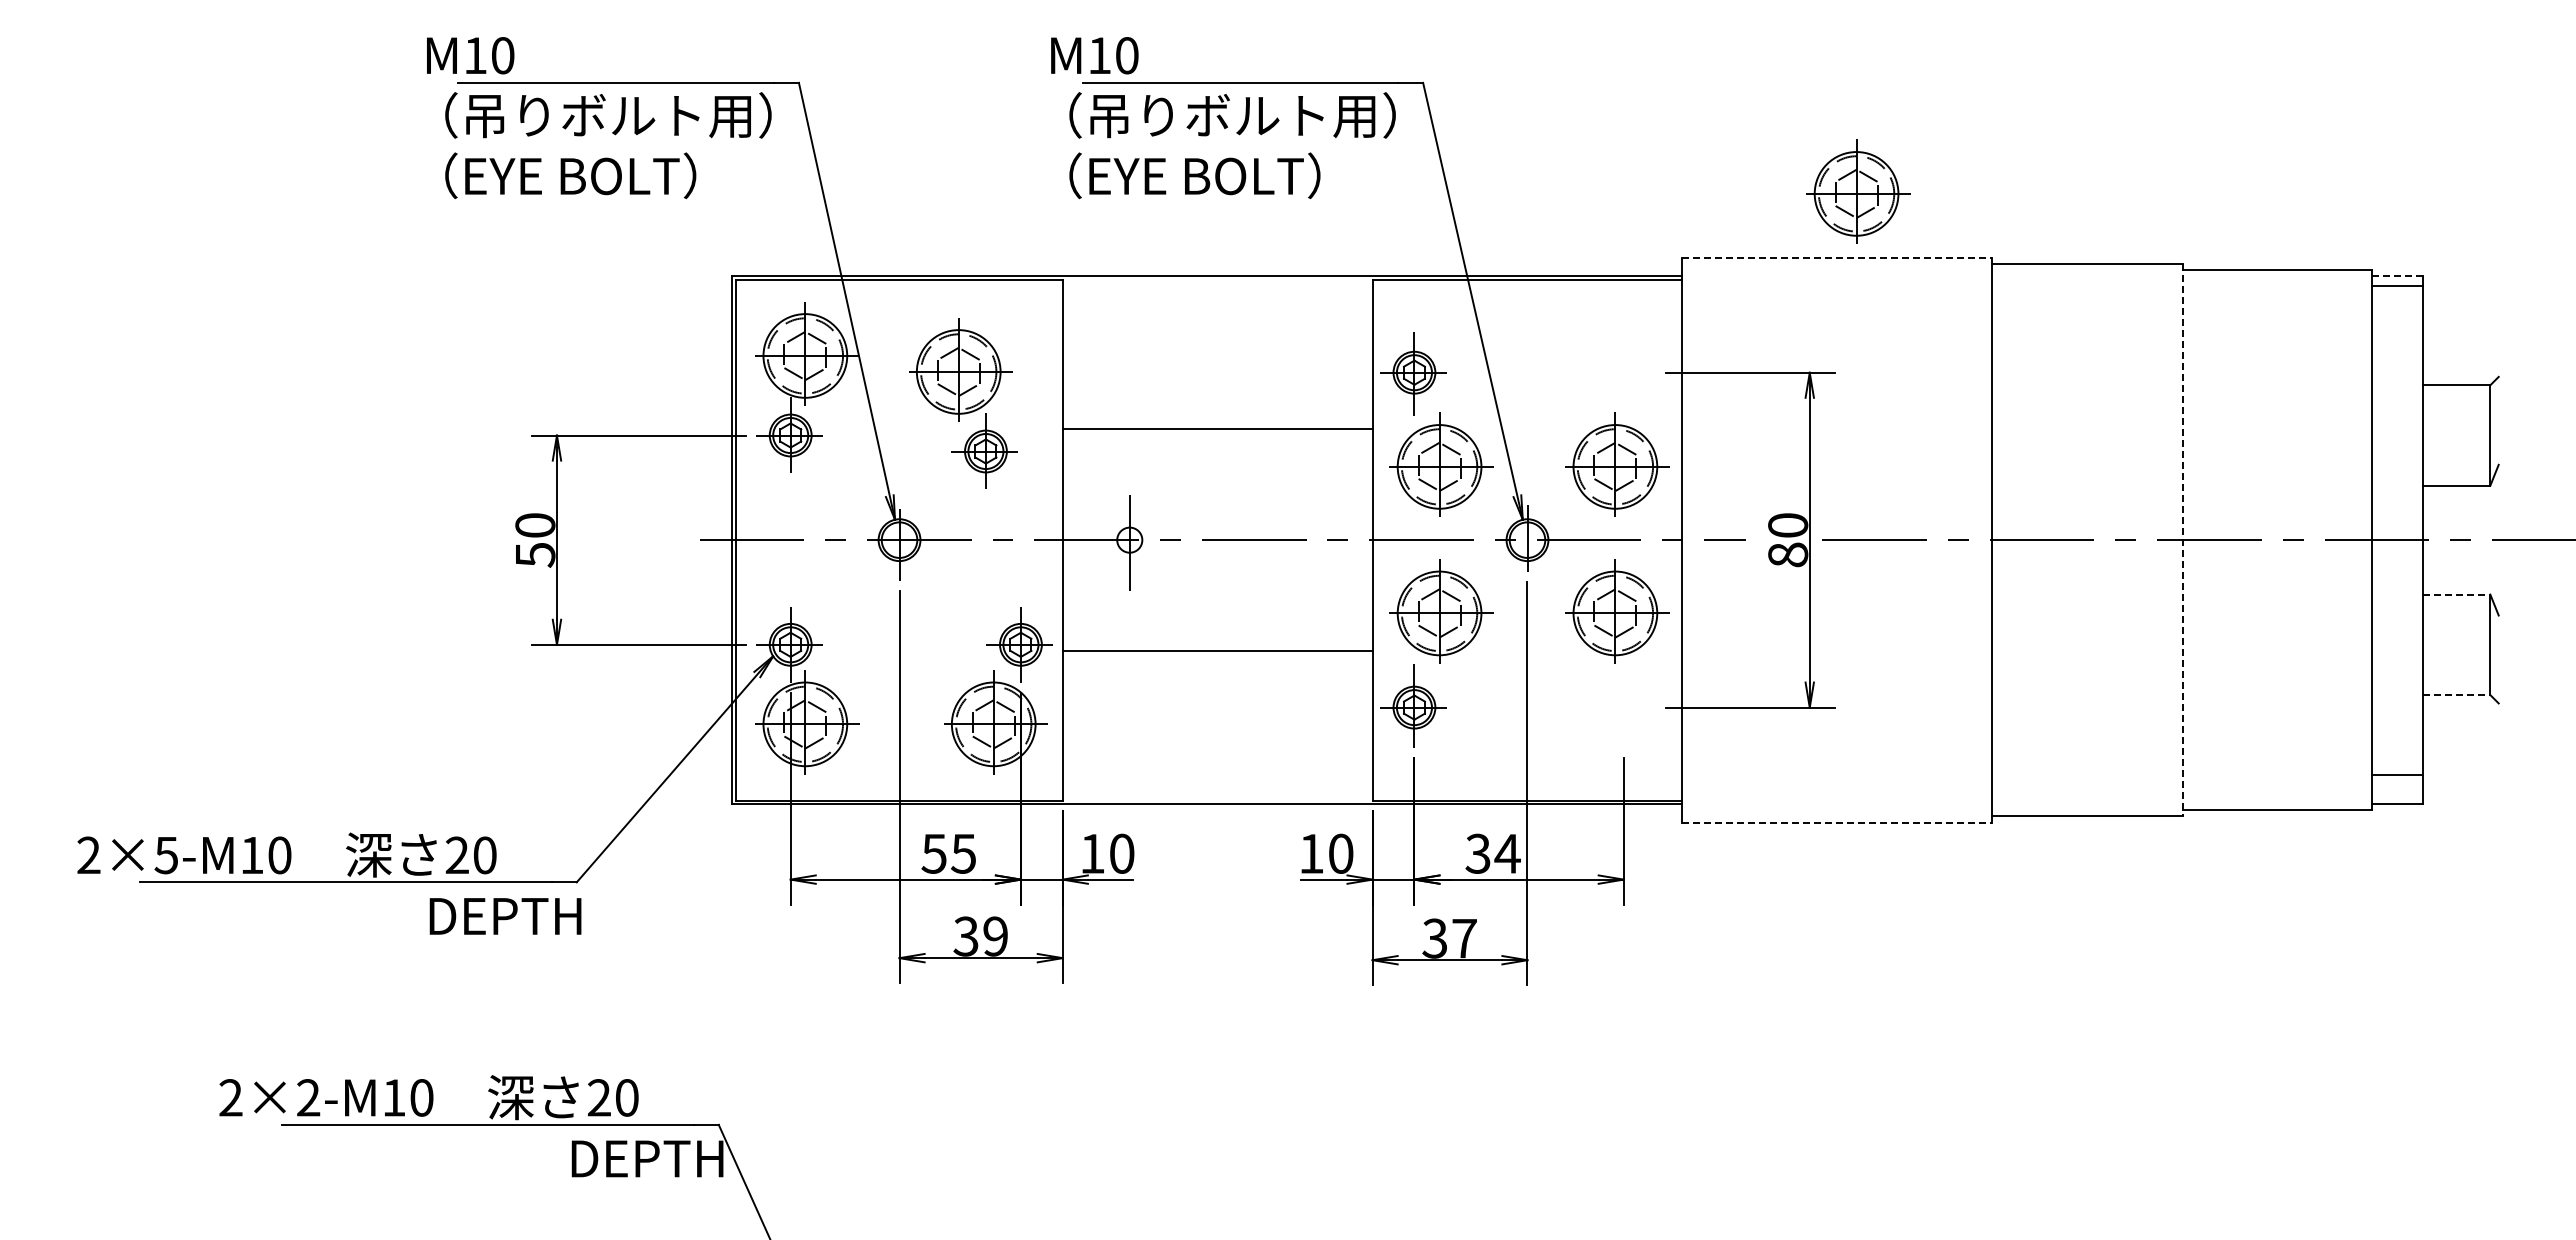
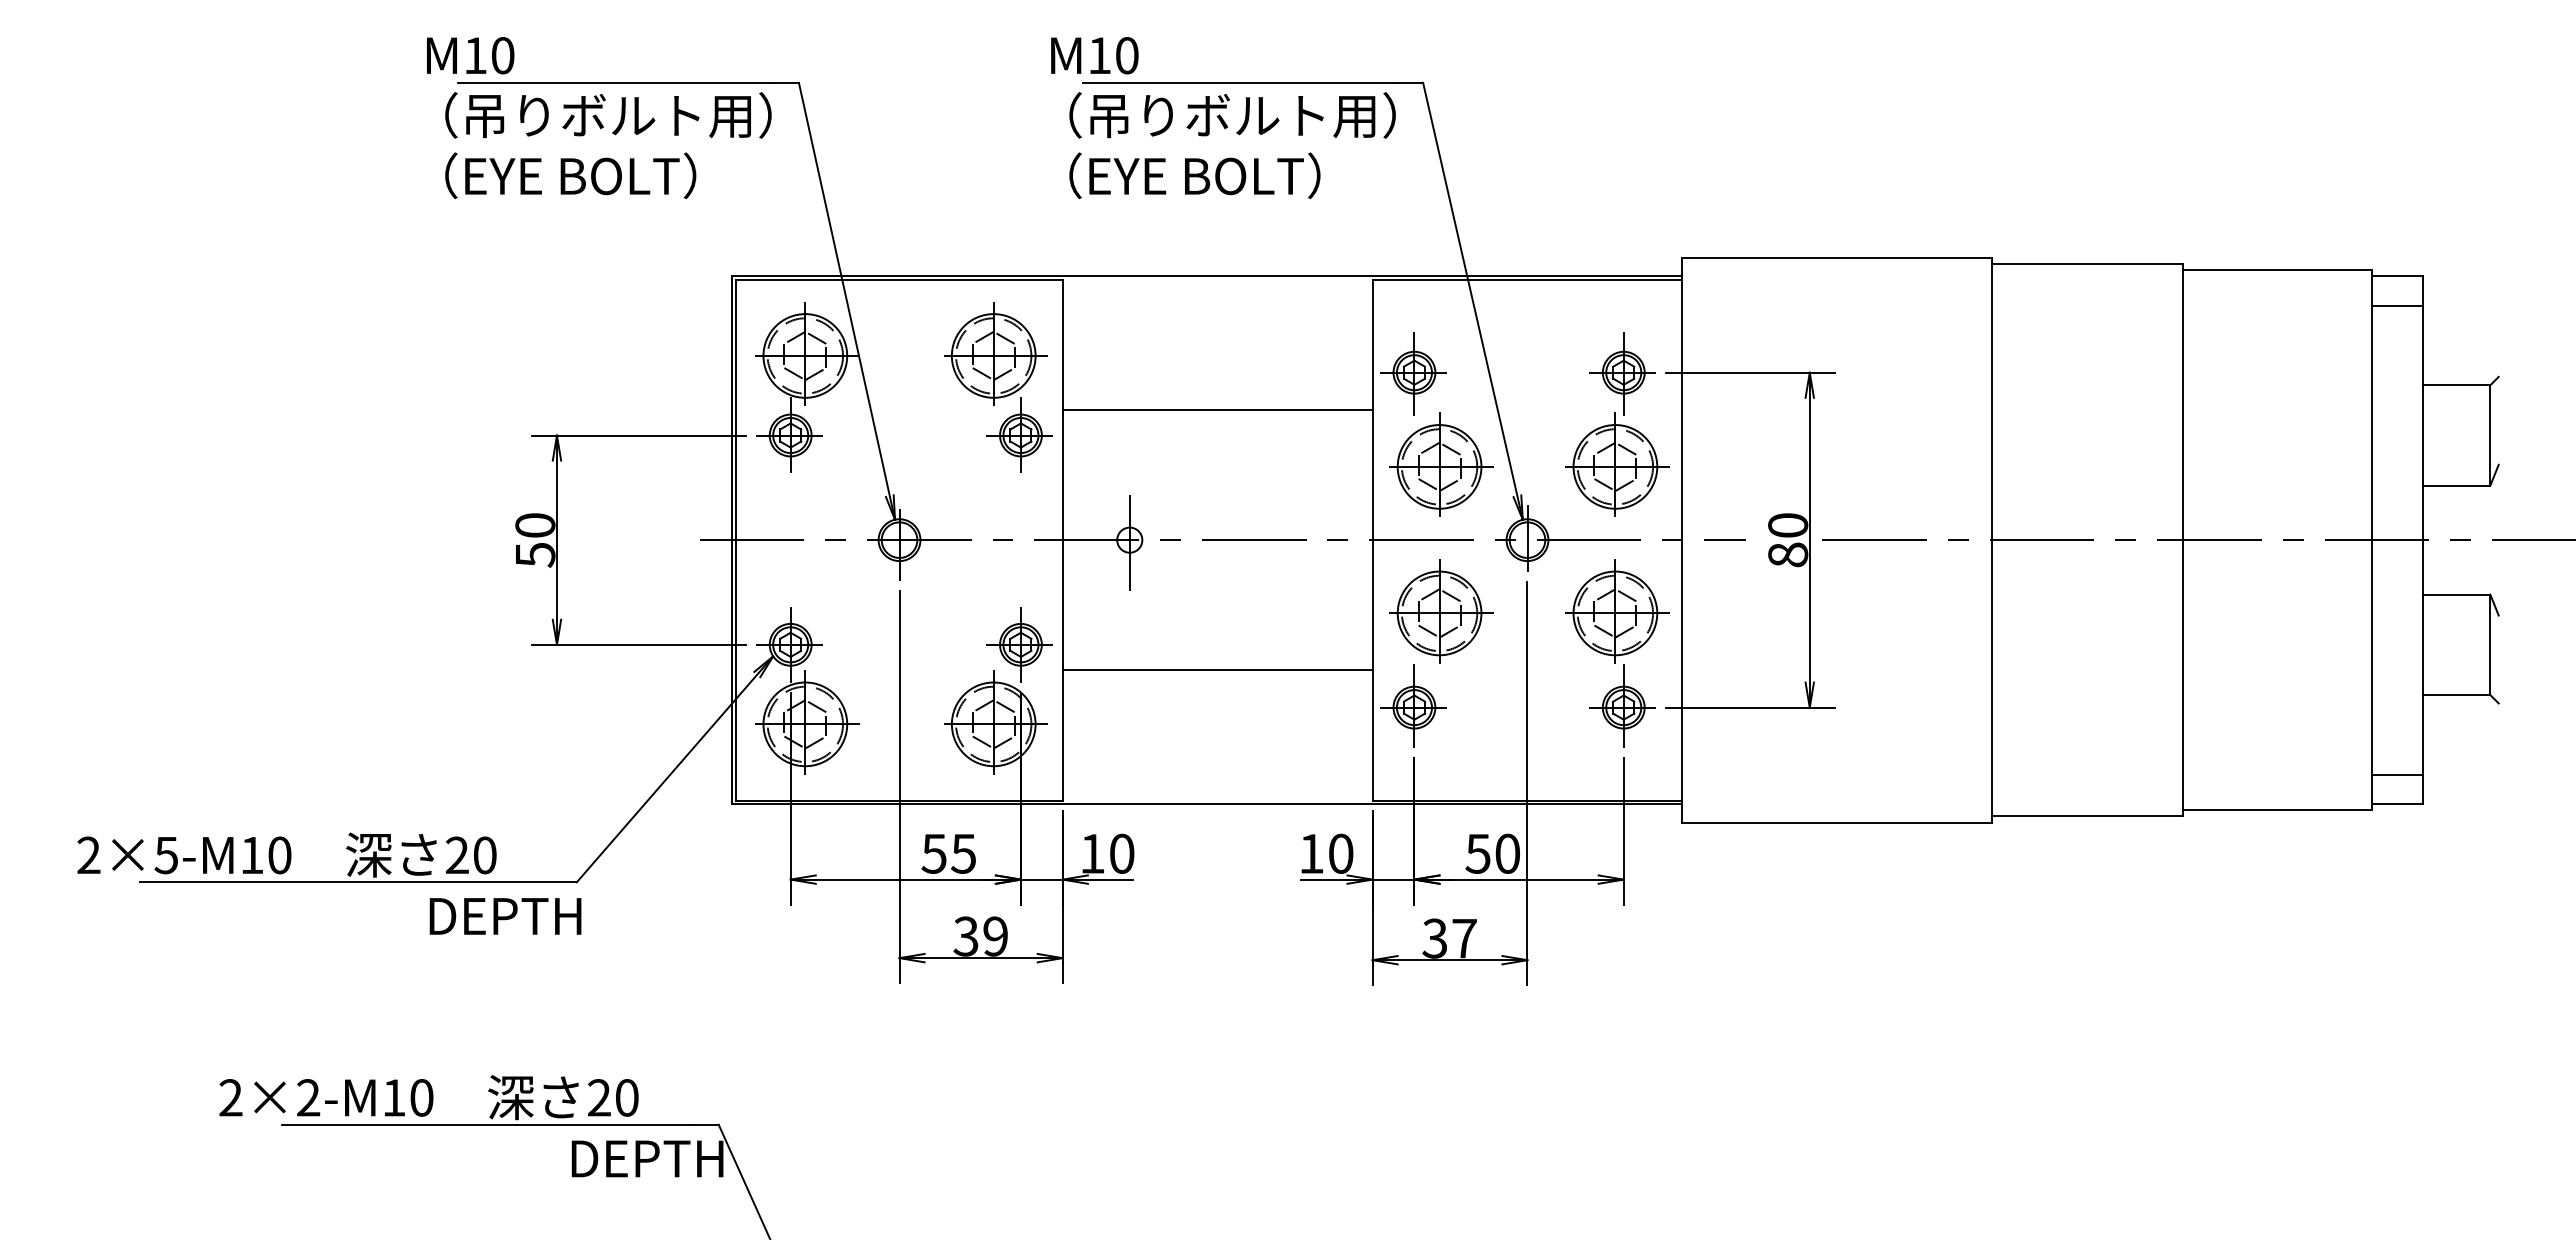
part at (1858, 191): present -> none
line at (1837, 257): dashed -> solid
line at (2397, 276): dashed -> solid
line at (2397, 285) position: (2397, 285) -> (2397, 305)
part at (1622, 373): none -> present
part at (963, 403) position: (963, 403) -> (998, 387)
line at (1217, 429) position: (1217, 429) -> (1217, 410)
line at (2183, 540): dashed -> solid
line at (2457, 594): dashed -> solid
line at (1217, 650) position: (1217, 650) -> (1217, 669)
line at (2457, 695): dashed -> solid
part at (1622, 705): none -> present
line at (1837, 822): dashed -> solid
text at (1492, 853): 34 -> 50
